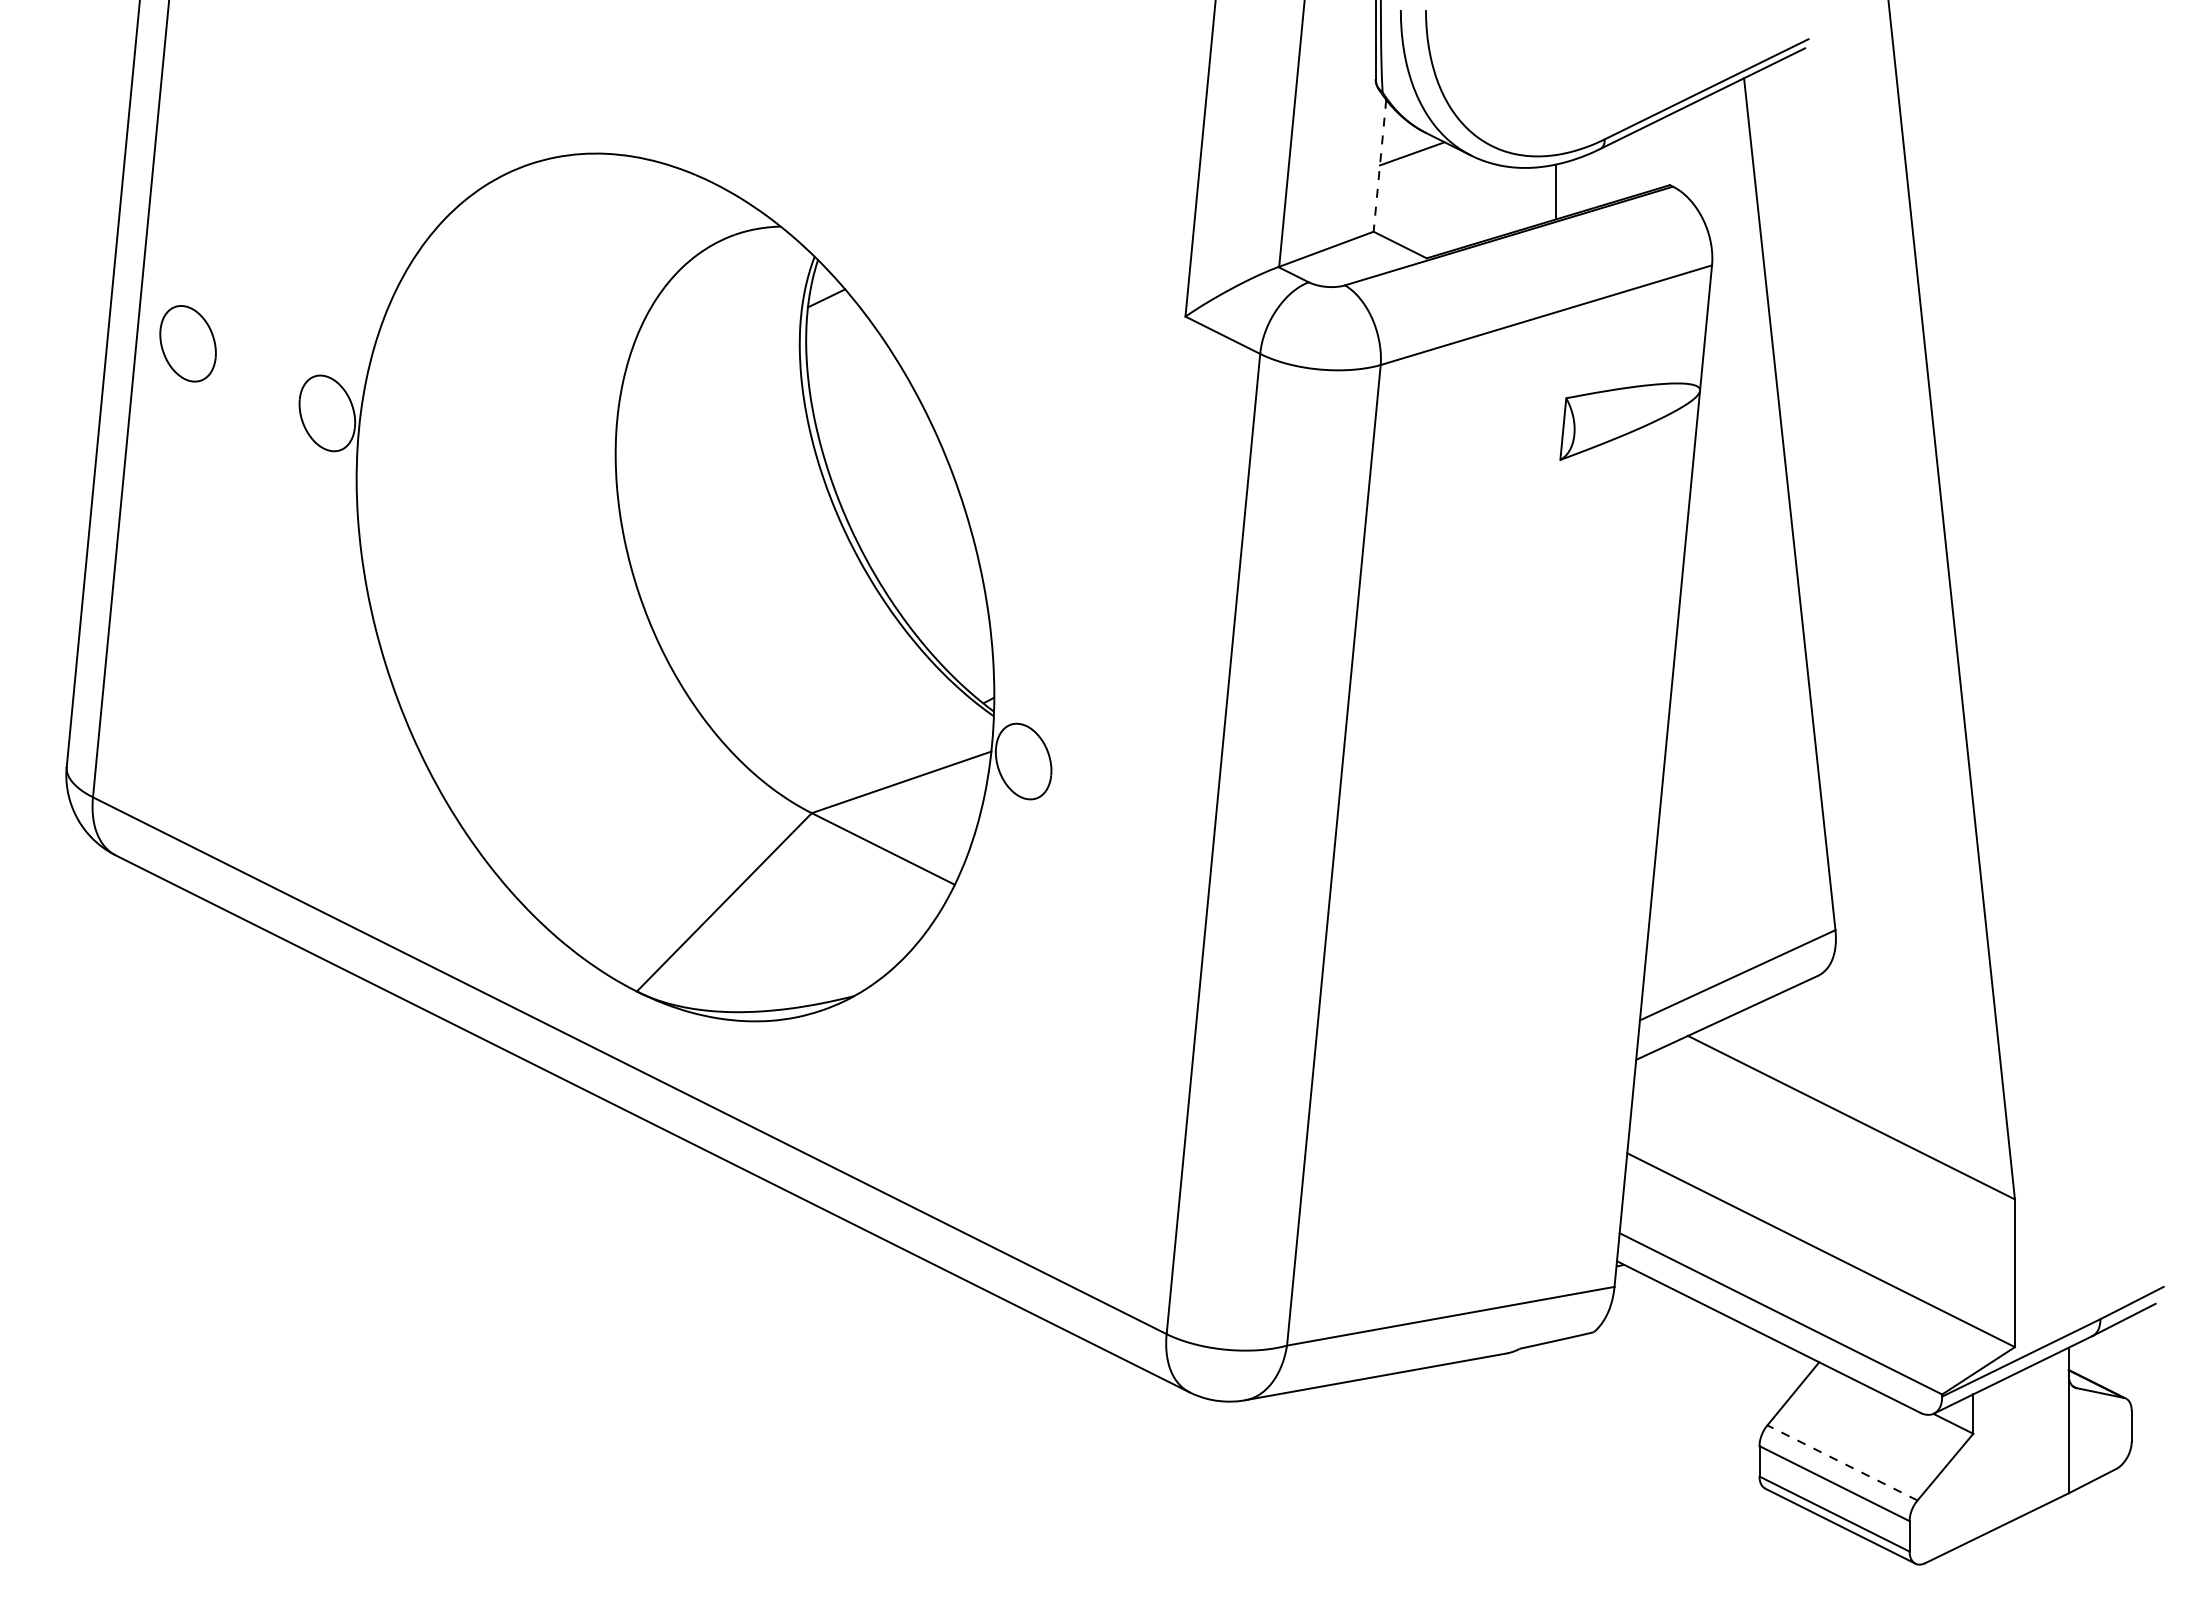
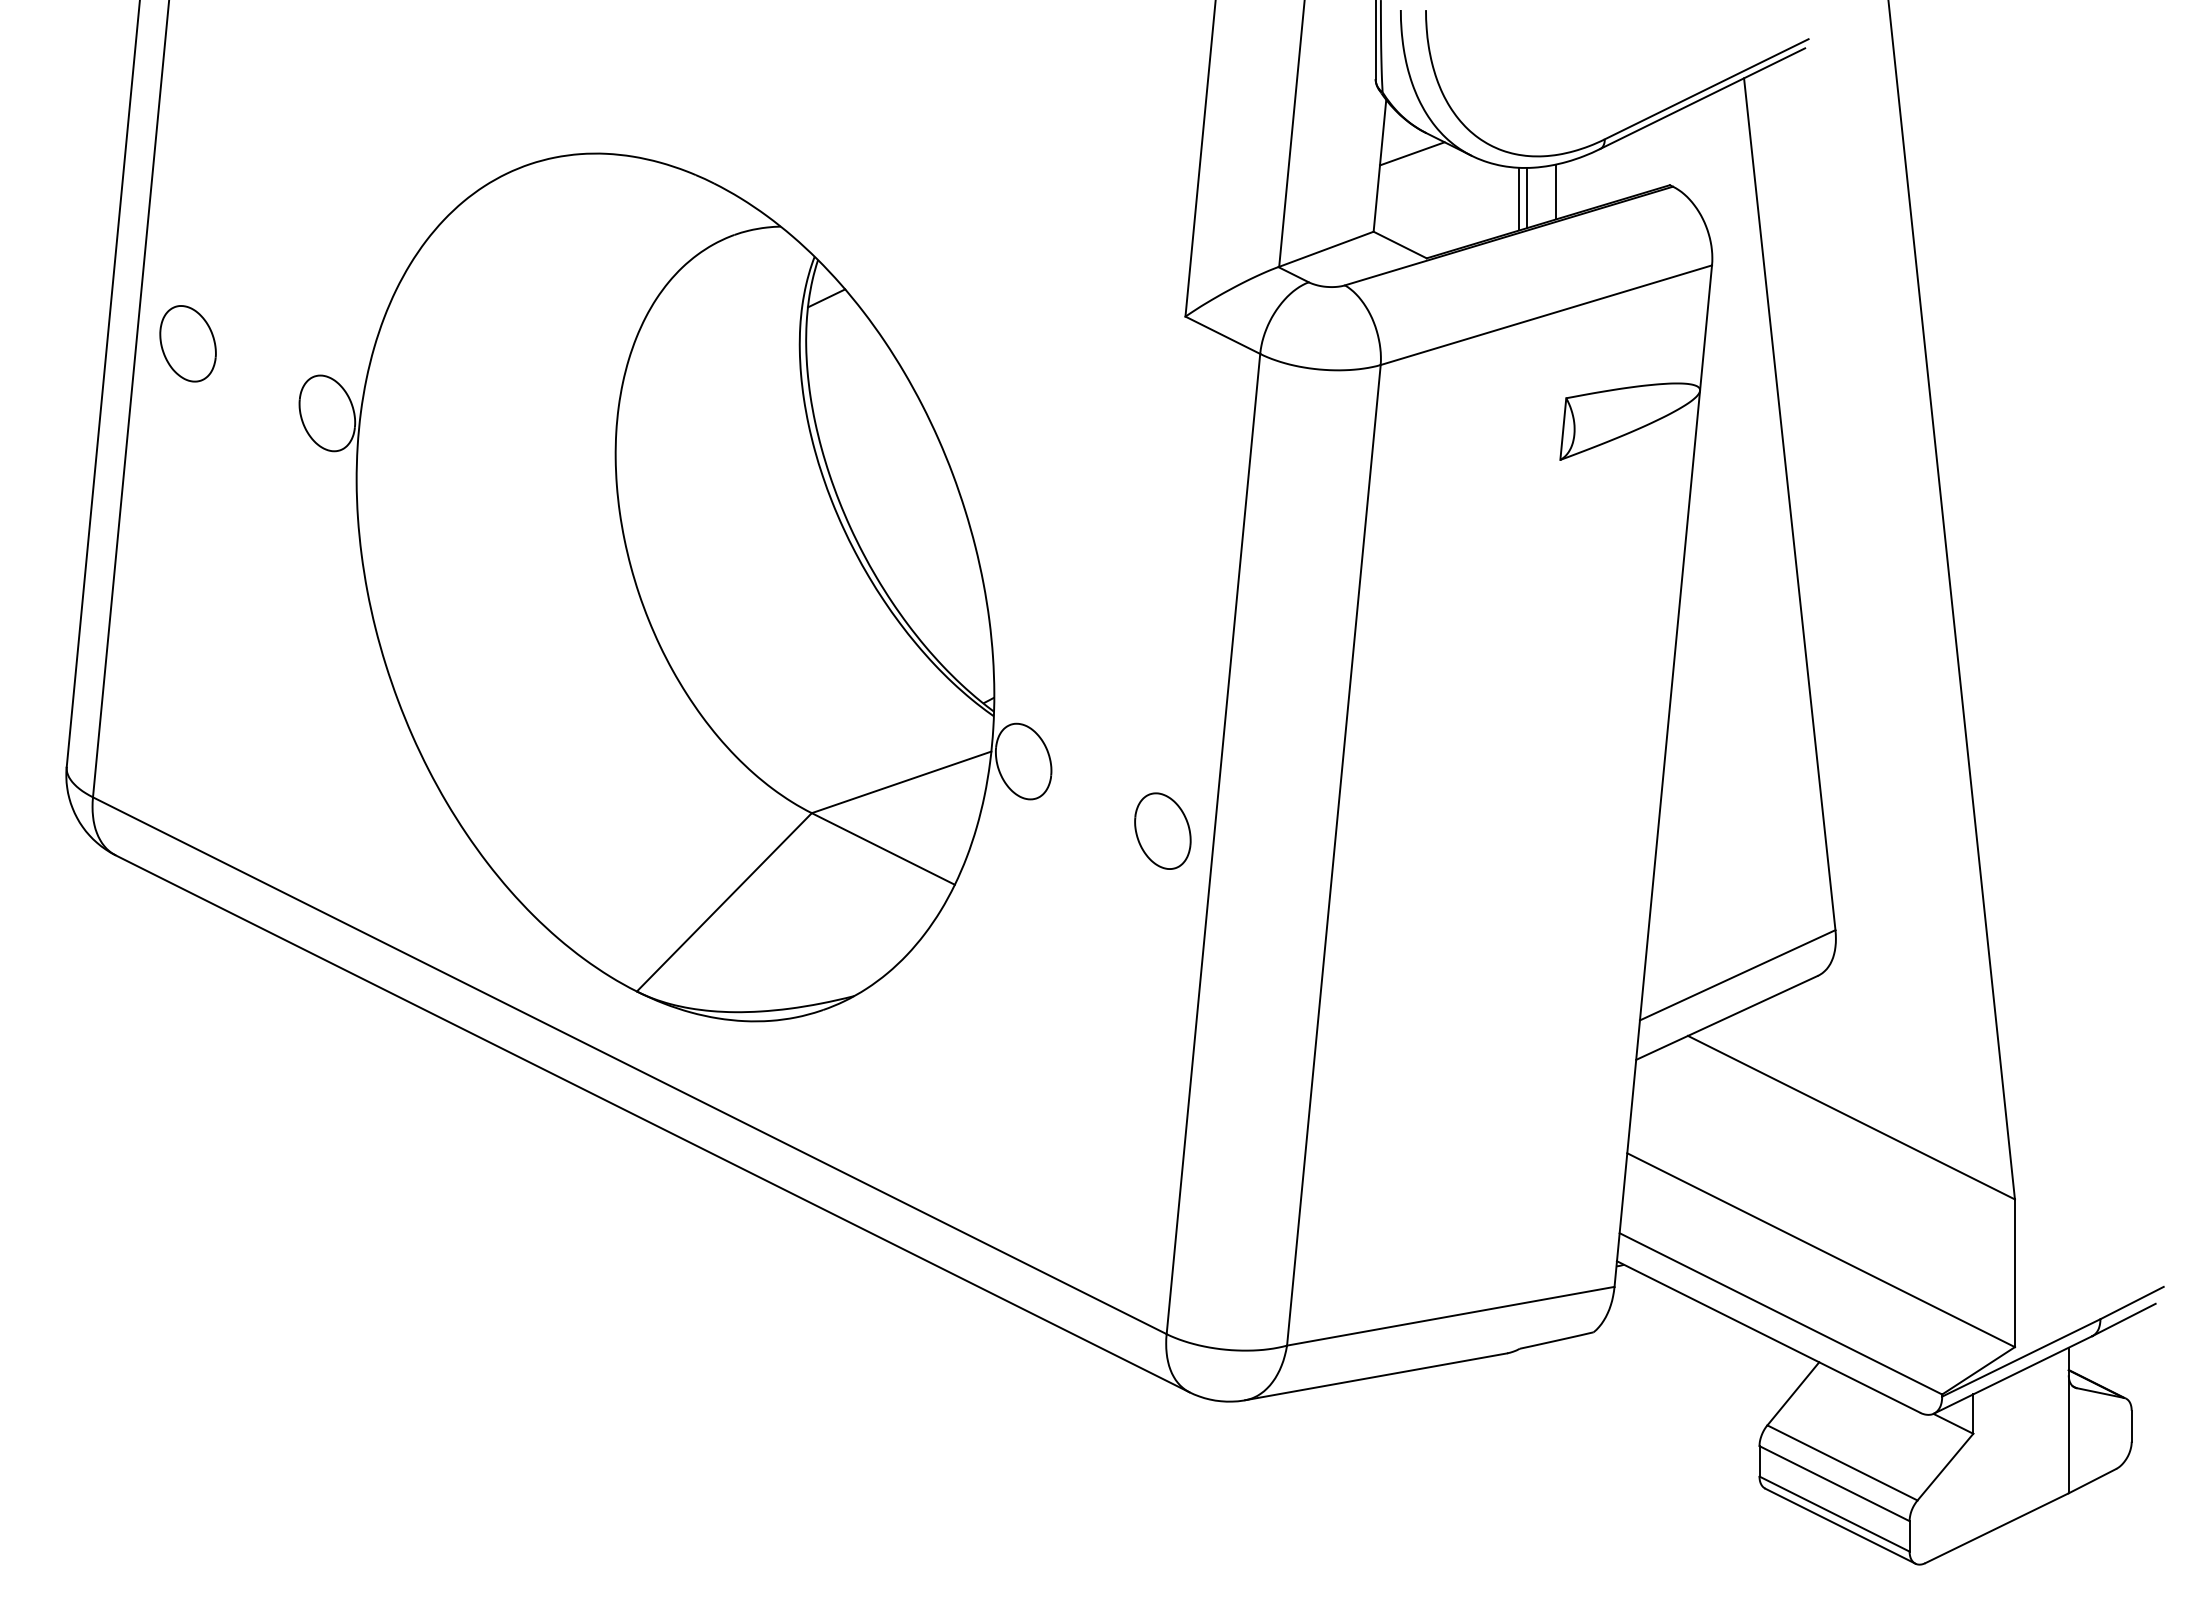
line at (1379, 166): dashed -> solid
line at (1526, 197): none -> present
line at (1519, 198): none -> present
part at (1162, 830): none -> present
line at (1842, 1462): dashed -> solid
